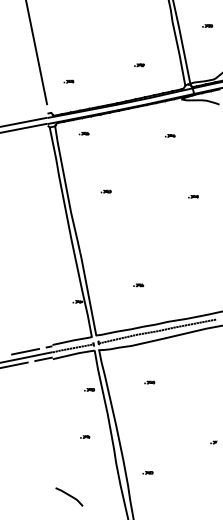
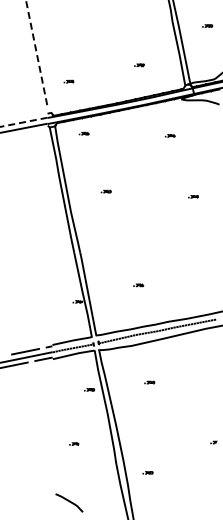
line at (36, 52): solid -> dashed
line at (23, 122): solid -> dashed
part at (85, 436) position: (85, 436) -> (74, 443)
line at (69, 496) position: (69, 496) -> (69, 502)
